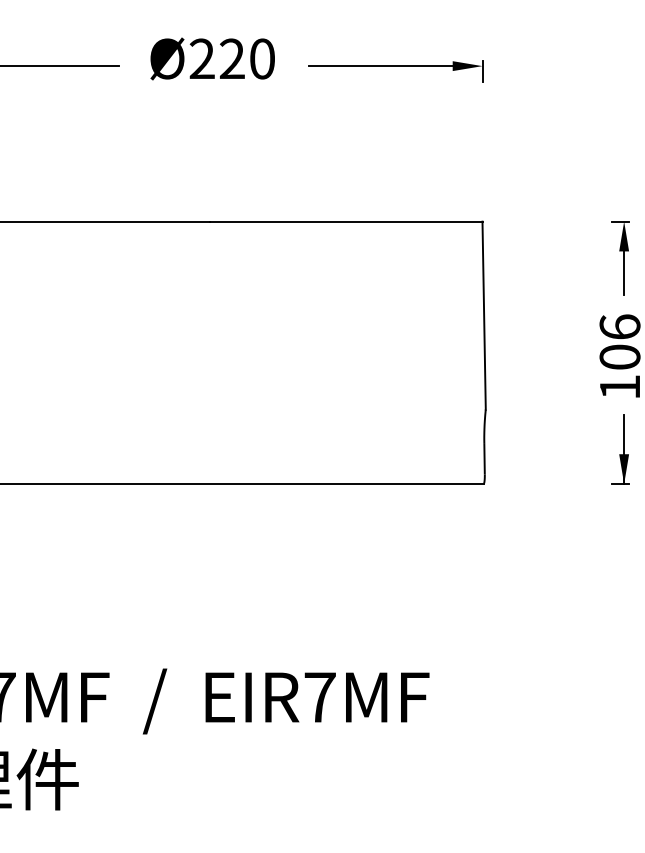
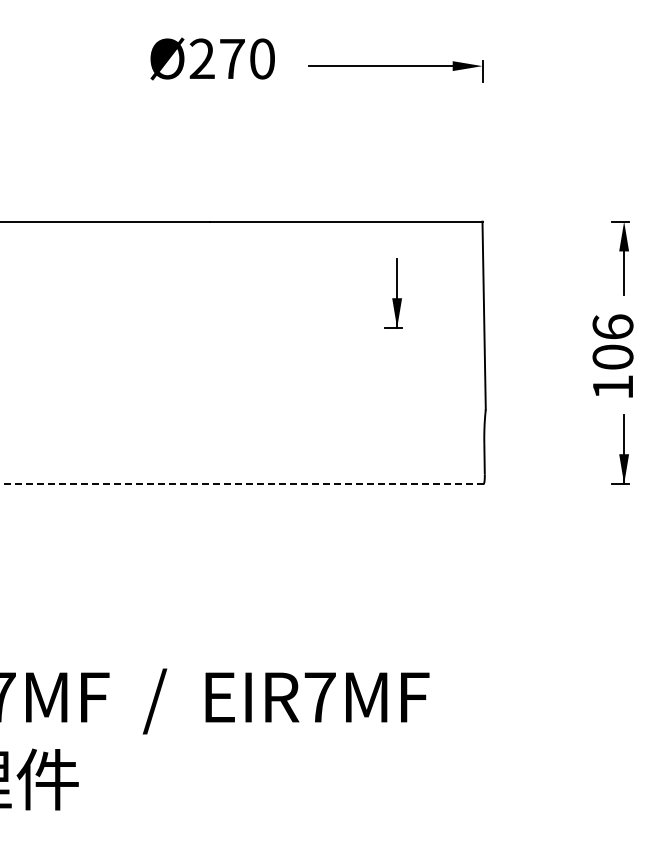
text at (232, 58): Ø220 -> Ø270
line at (60, 66): present -> none
part at (393, 293): none -> present
text at (619, 355) position: (619, 355) -> (612, 355)
line at (241, 484): solid -> dashed
